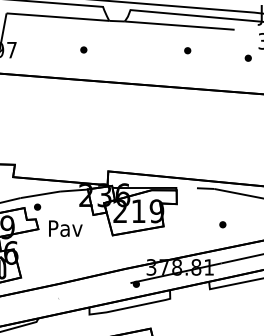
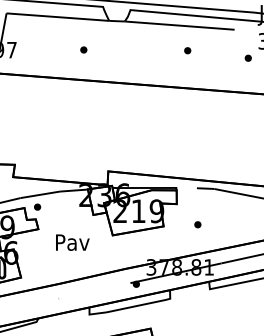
part at (222, 224) position: (222, 224) -> (197, 224)
text at (65, 228) position: (65, 228) -> (72, 242)
